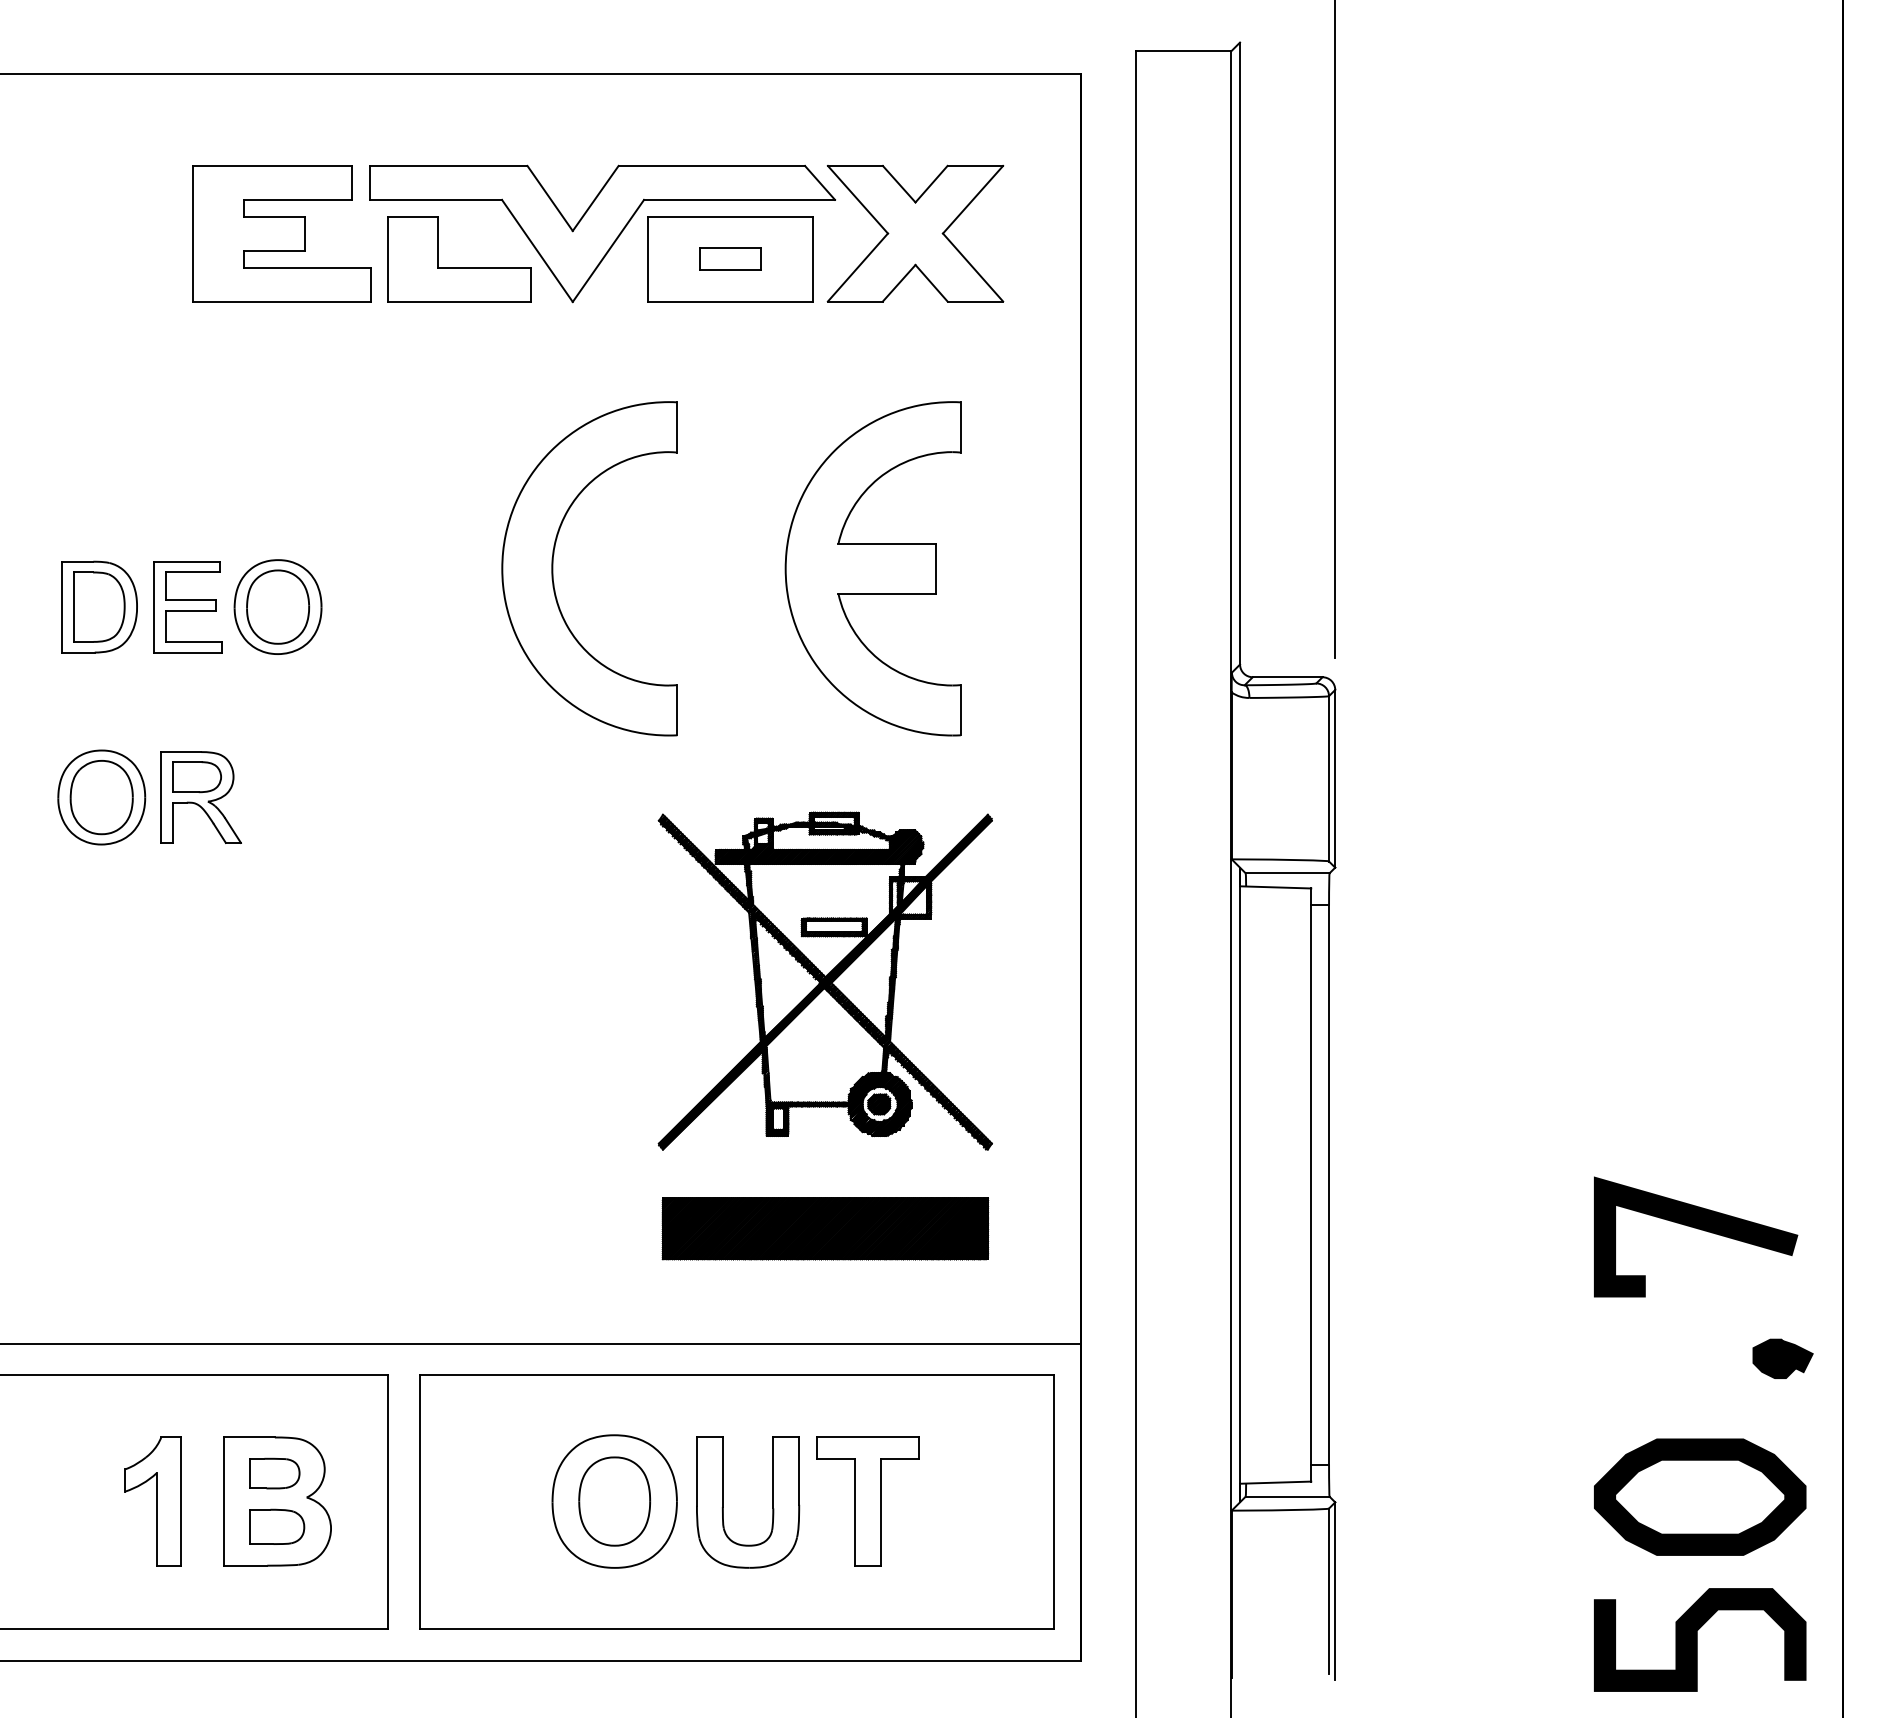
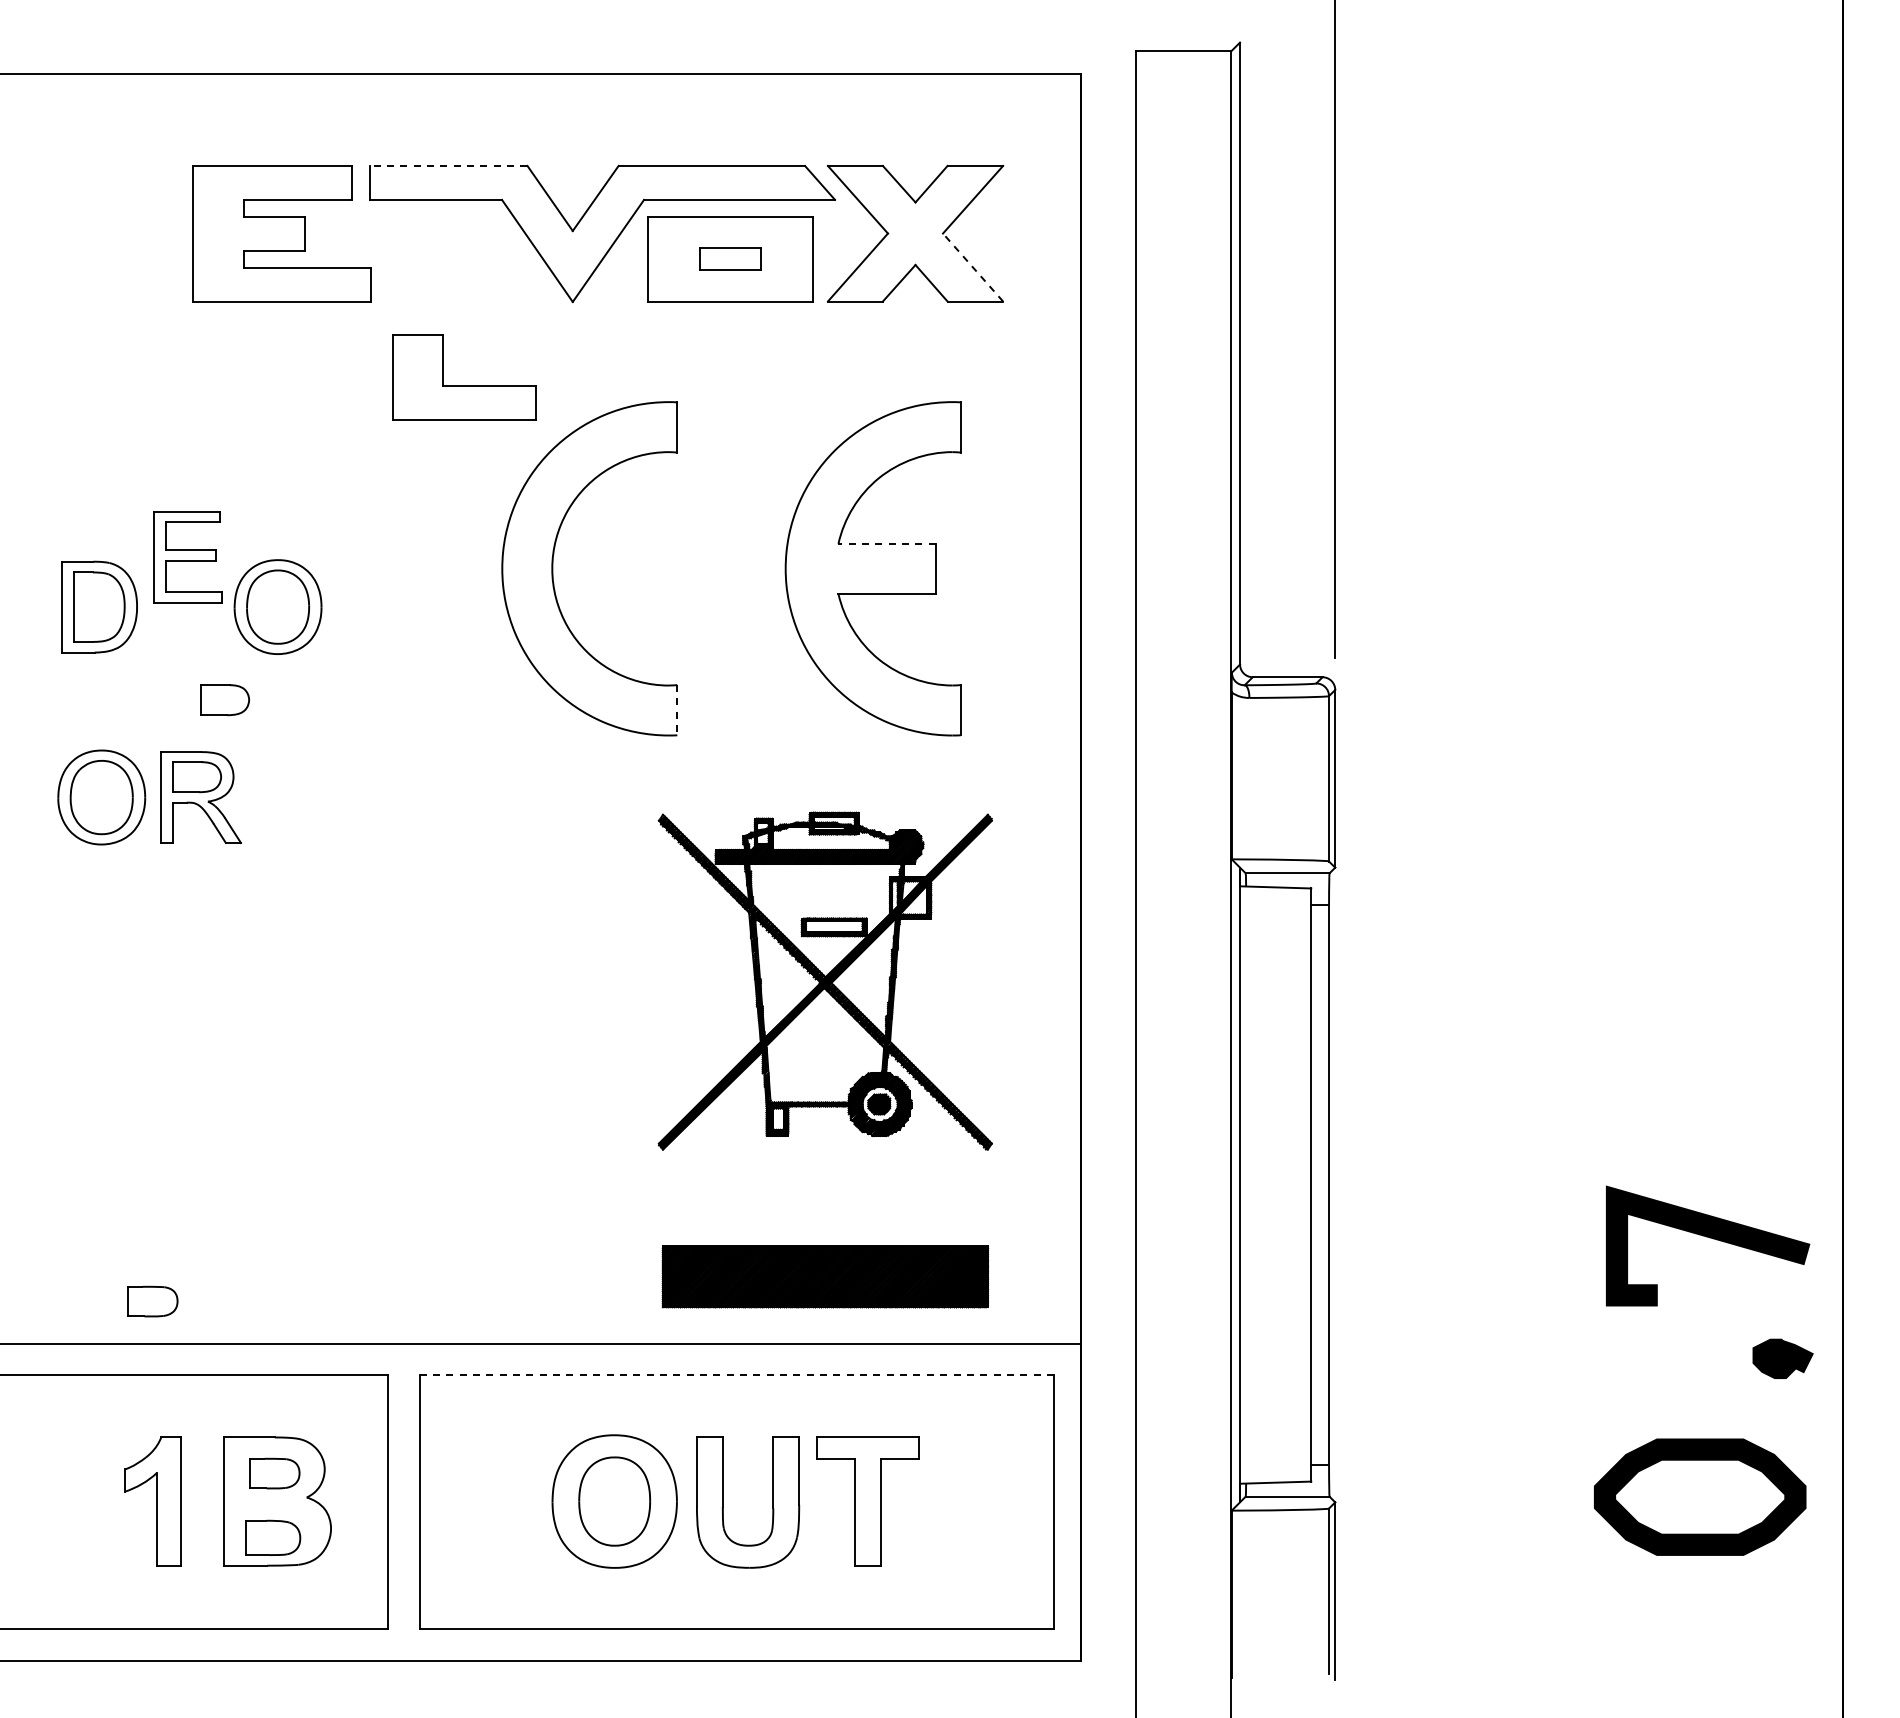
line at (448, 165): solid -> dashed
part at (459, 267) position: (459, 267) -> (464, 385)
line at (972, 267): solid -> dashed
line at (887, 543): solid -> dashed
part at (187, 607) position: (187, 607) -> (187, 557)
part at (224, 700): none -> present
line at (677, 710): solid -> dashed
part at (825, 1228) position: (825, 1228) -> (825, 1276)
line at (1697, 1229) position: (1697, 1229) -> (1709, 1238)
part at (152, 1301): none -> present
line at (737, 1375): solid -> dashed
part at (277, 1526) position: (277, 1526) -> (273, 1537)
curve at (1697, 1639): present -> none
